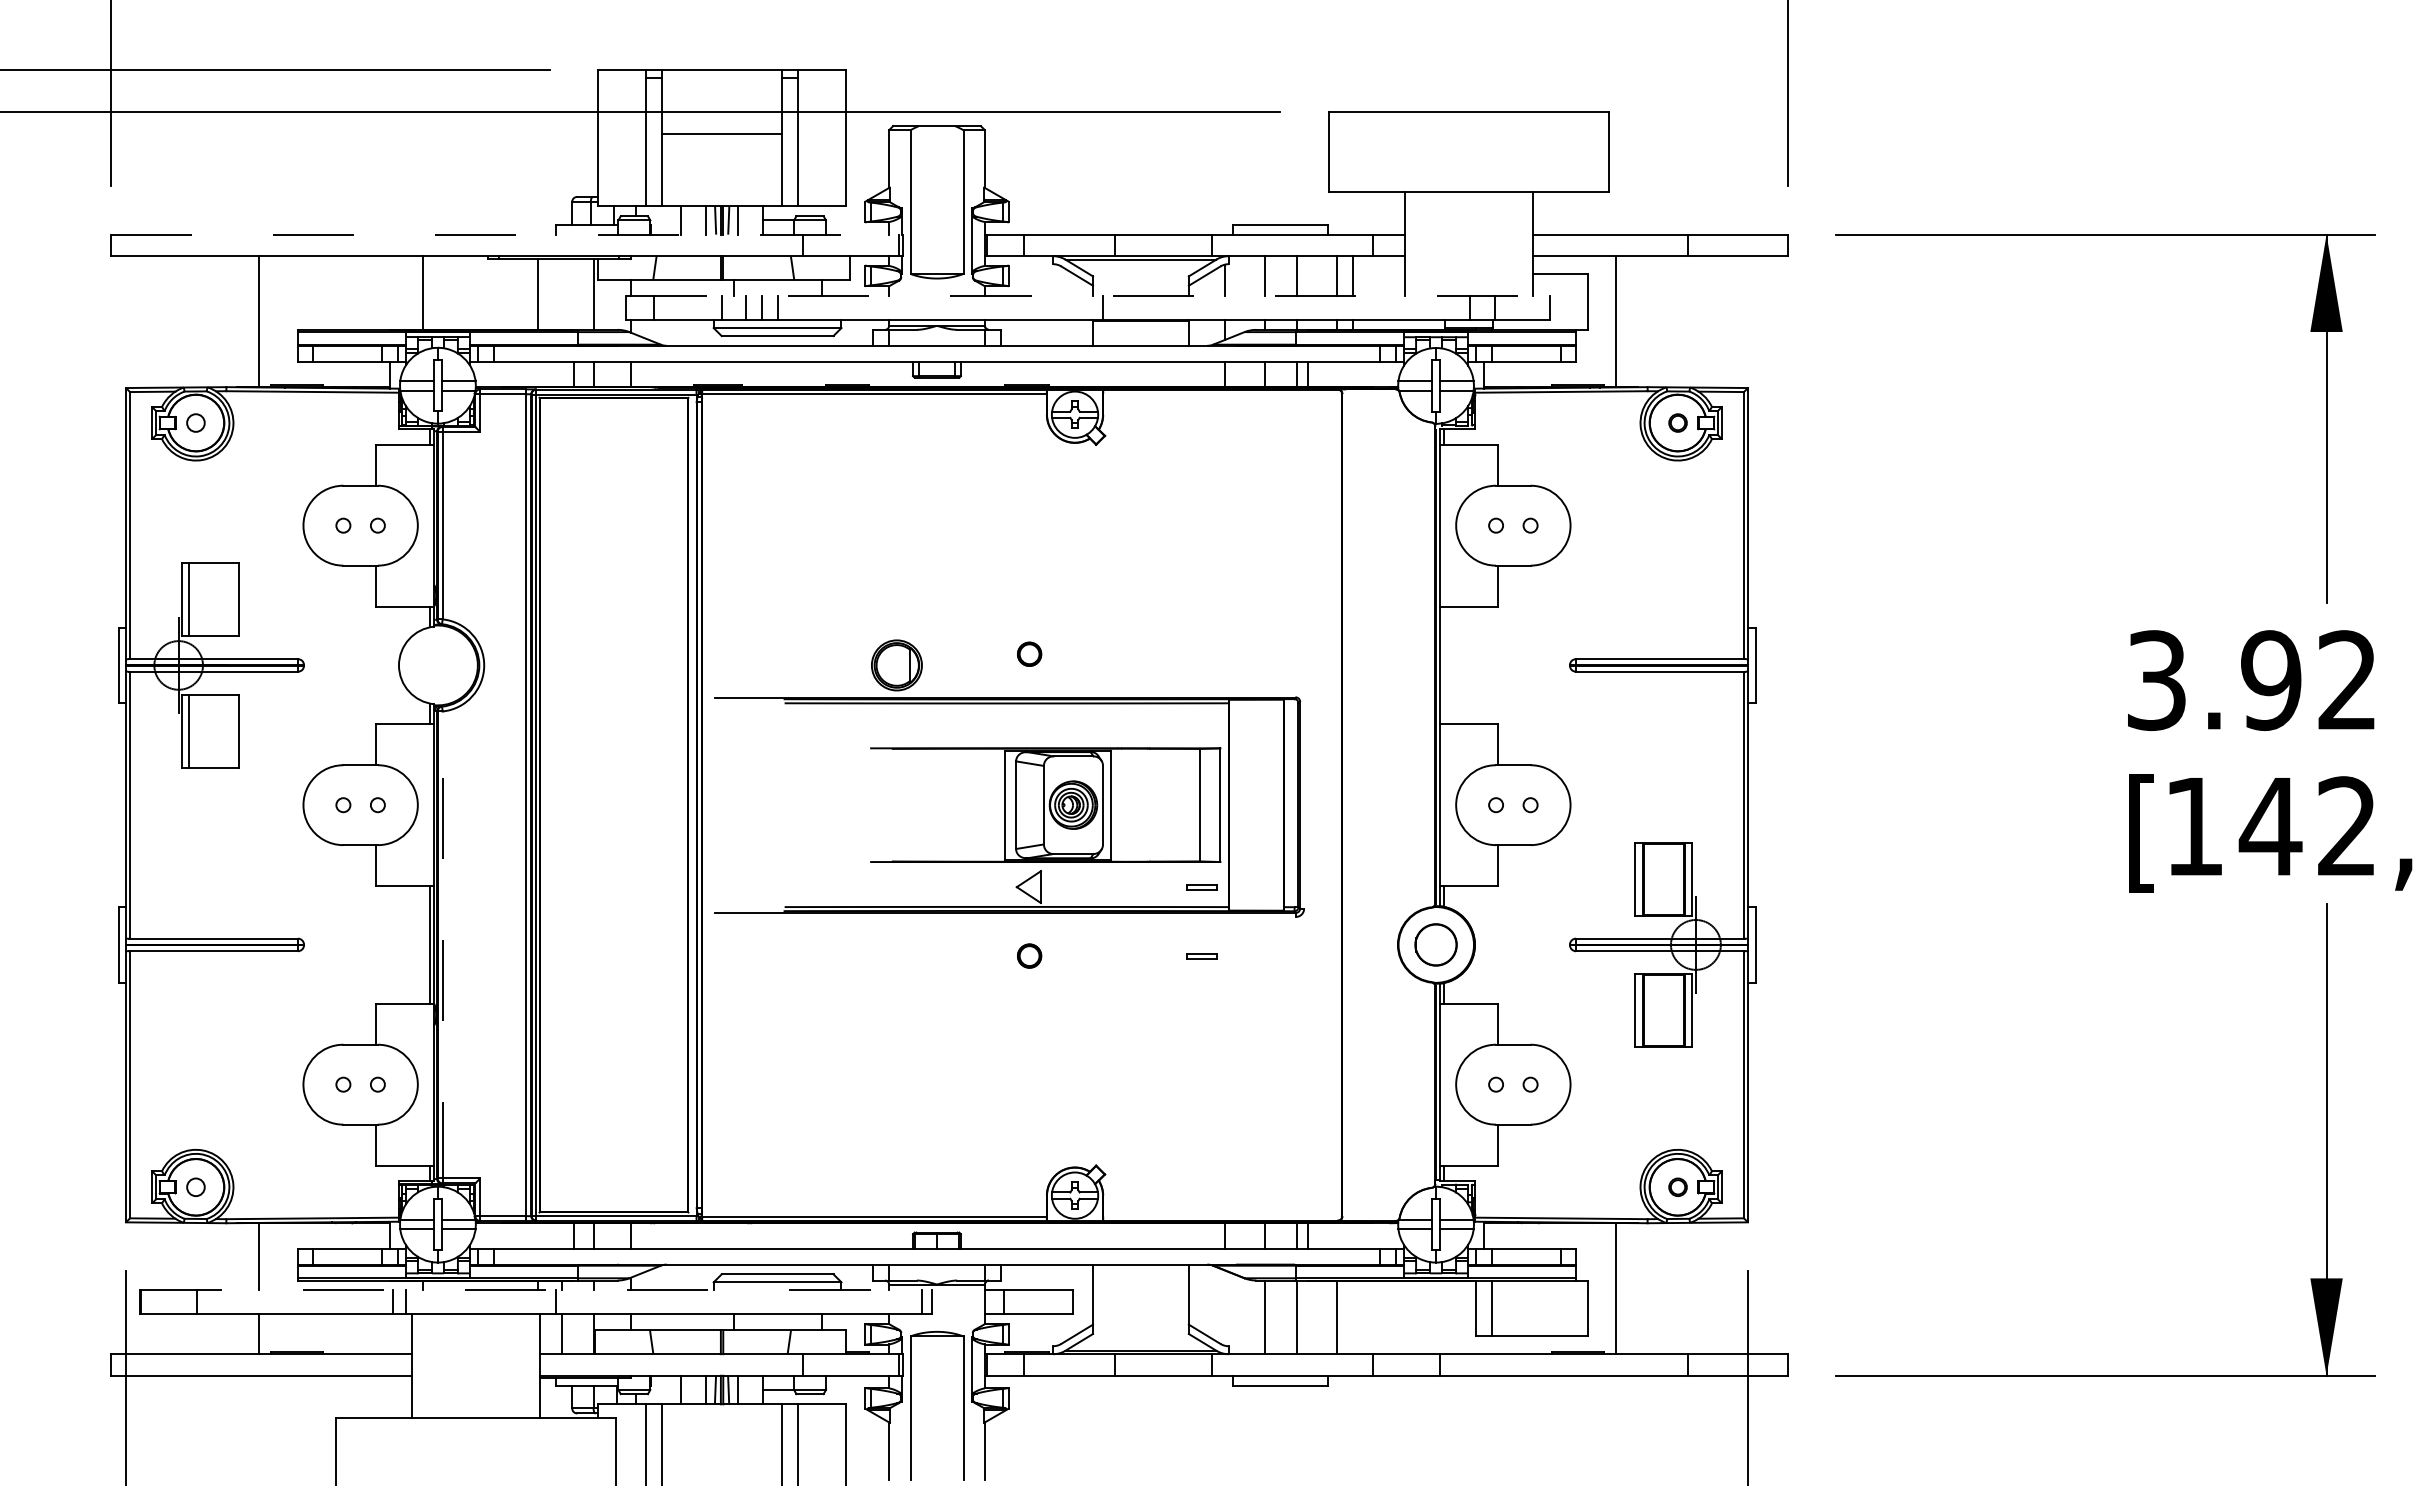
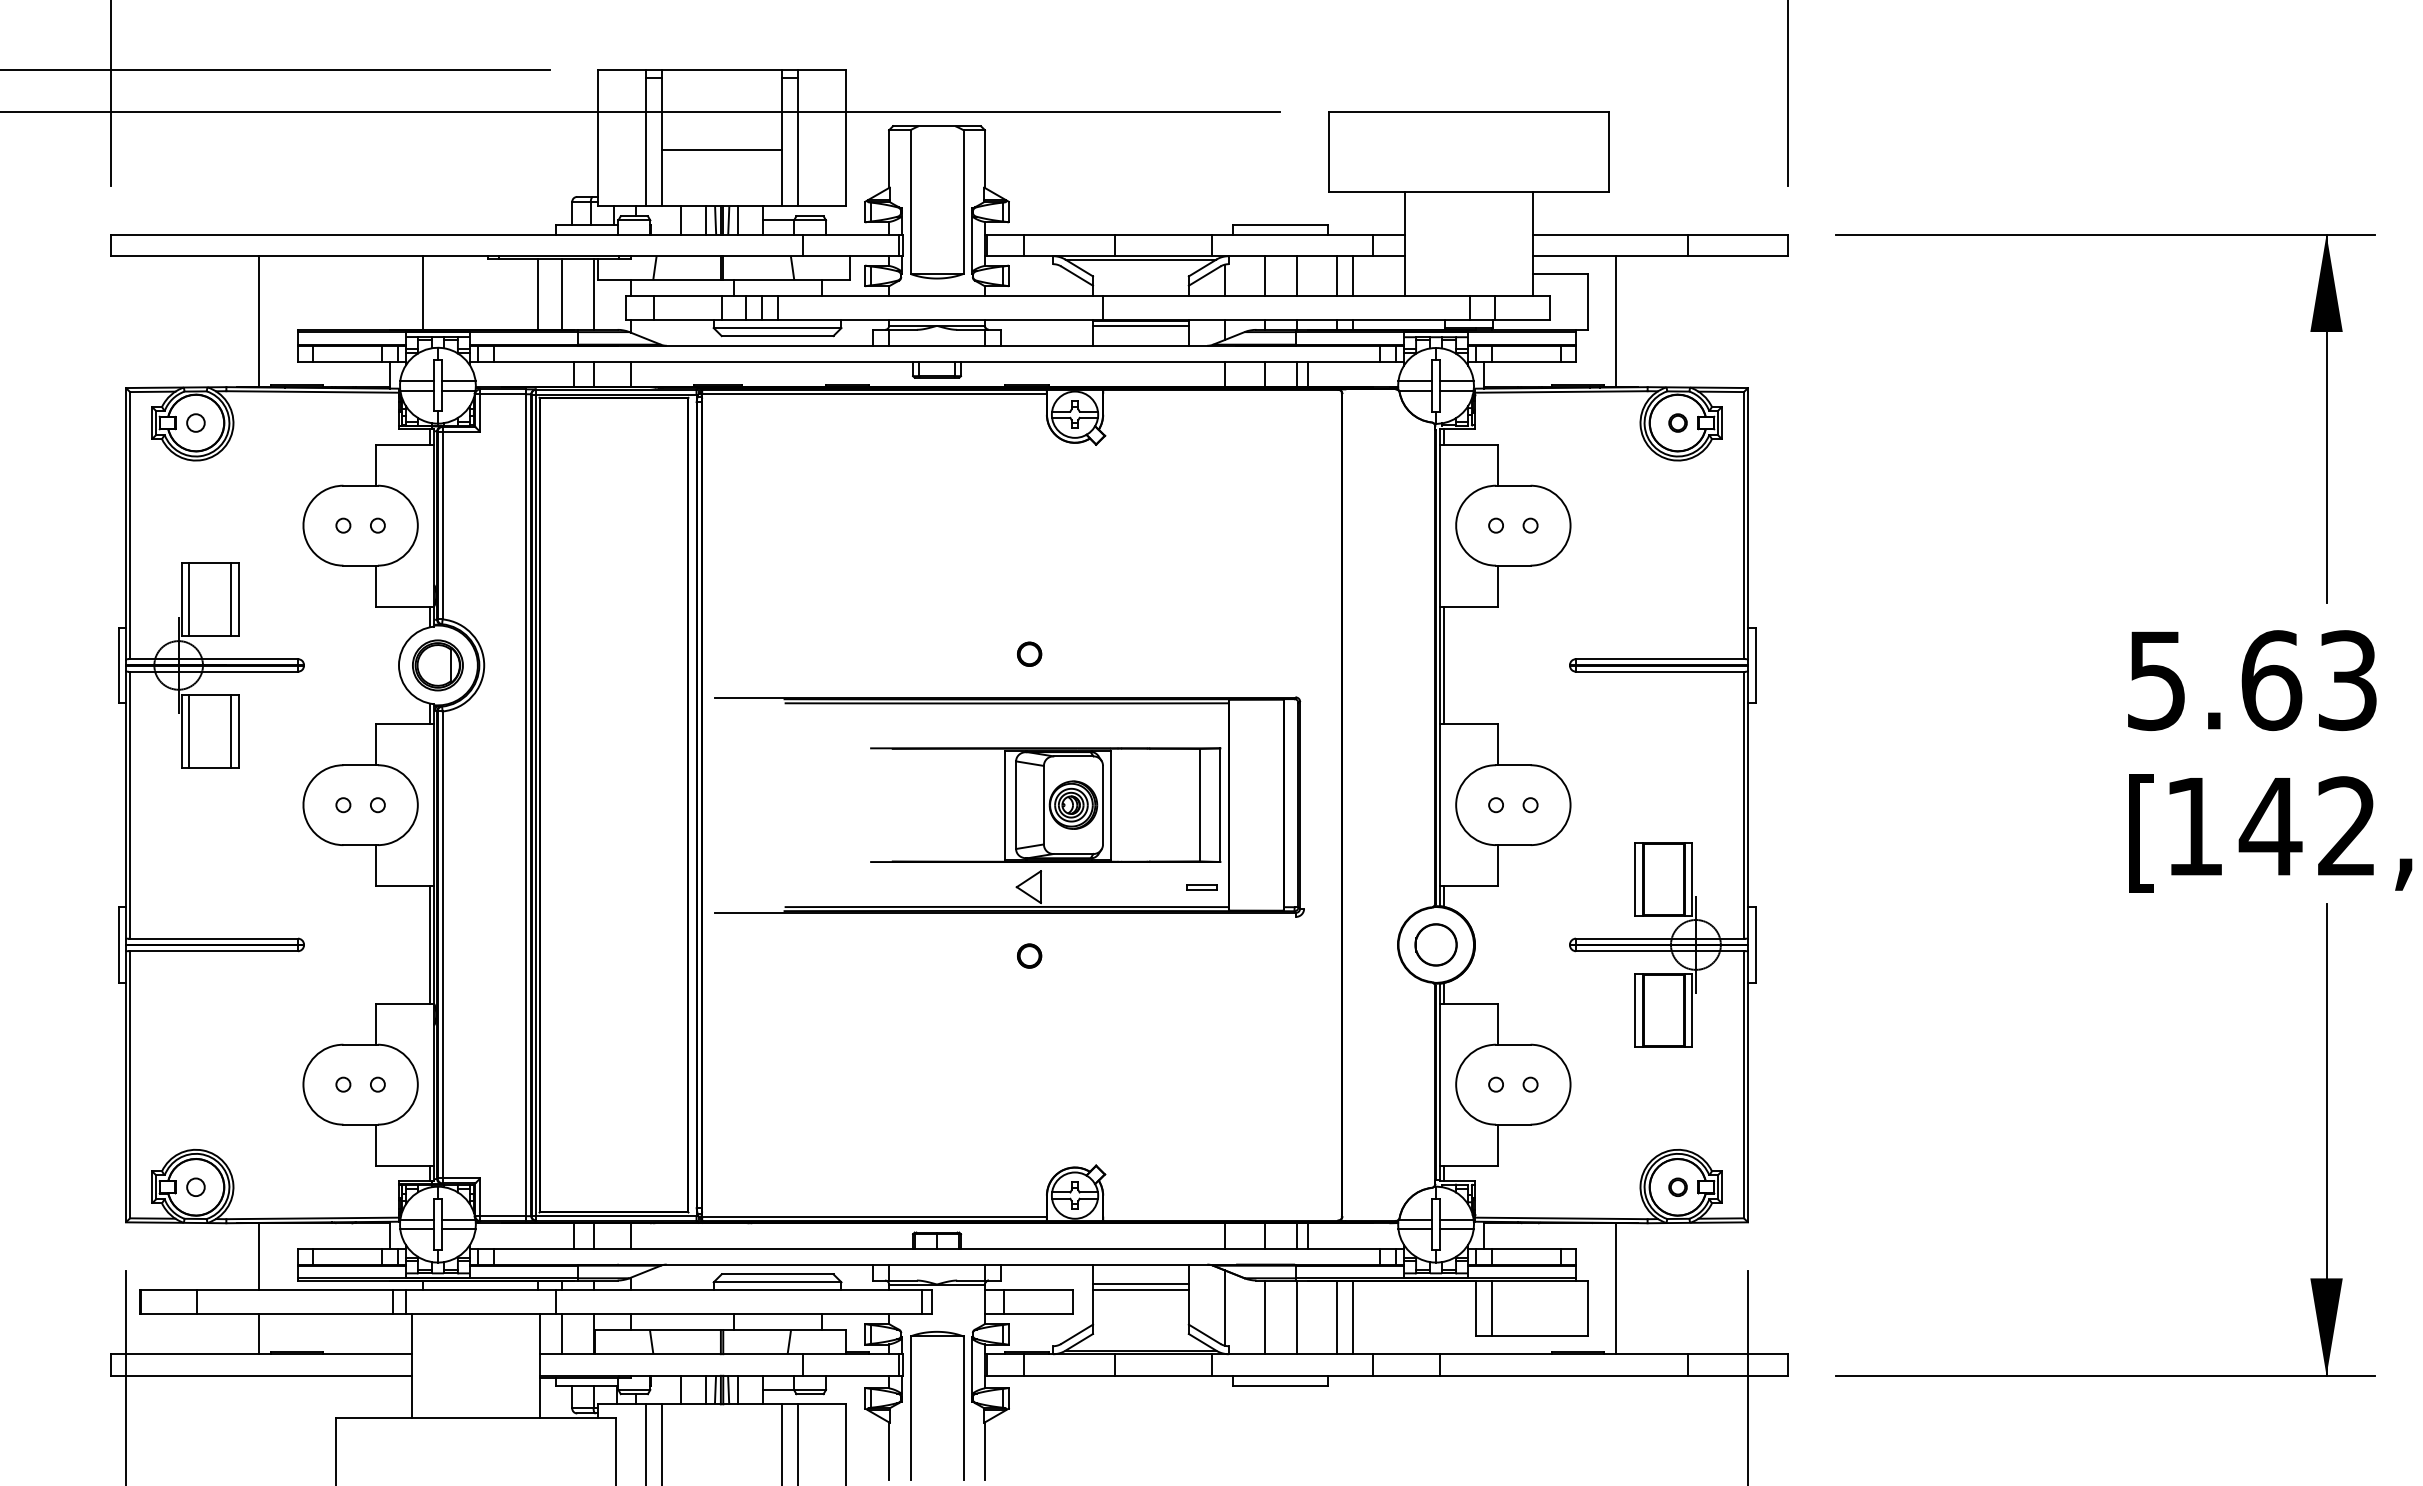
line at (722, 134) position: (722, 134) -> (722, 150)
line at (507, 234): dashed -> solid
line at (561, 293): none -> present
line at (1088, 296): dashed -> solid
line at (1140, 326): none -> present
line at (231, 599): none -> present
part at (896, 665) position: (896, 665) -> (437, 665)
line at (1443, 665): none -> present
text at (2252, 680): 3.92 -> 5.63
line at (231, 730): none -> present
line at (442, 947): dashed -> solid
part at (1201, 956): present -> none
line at (1140, 1283): none -> present
line at (1140, 1289): none -> present
line at (536, 1290): dashed -> solid
line at (1224, 1307): none -> present
line at (1352, 1317): none -> present
